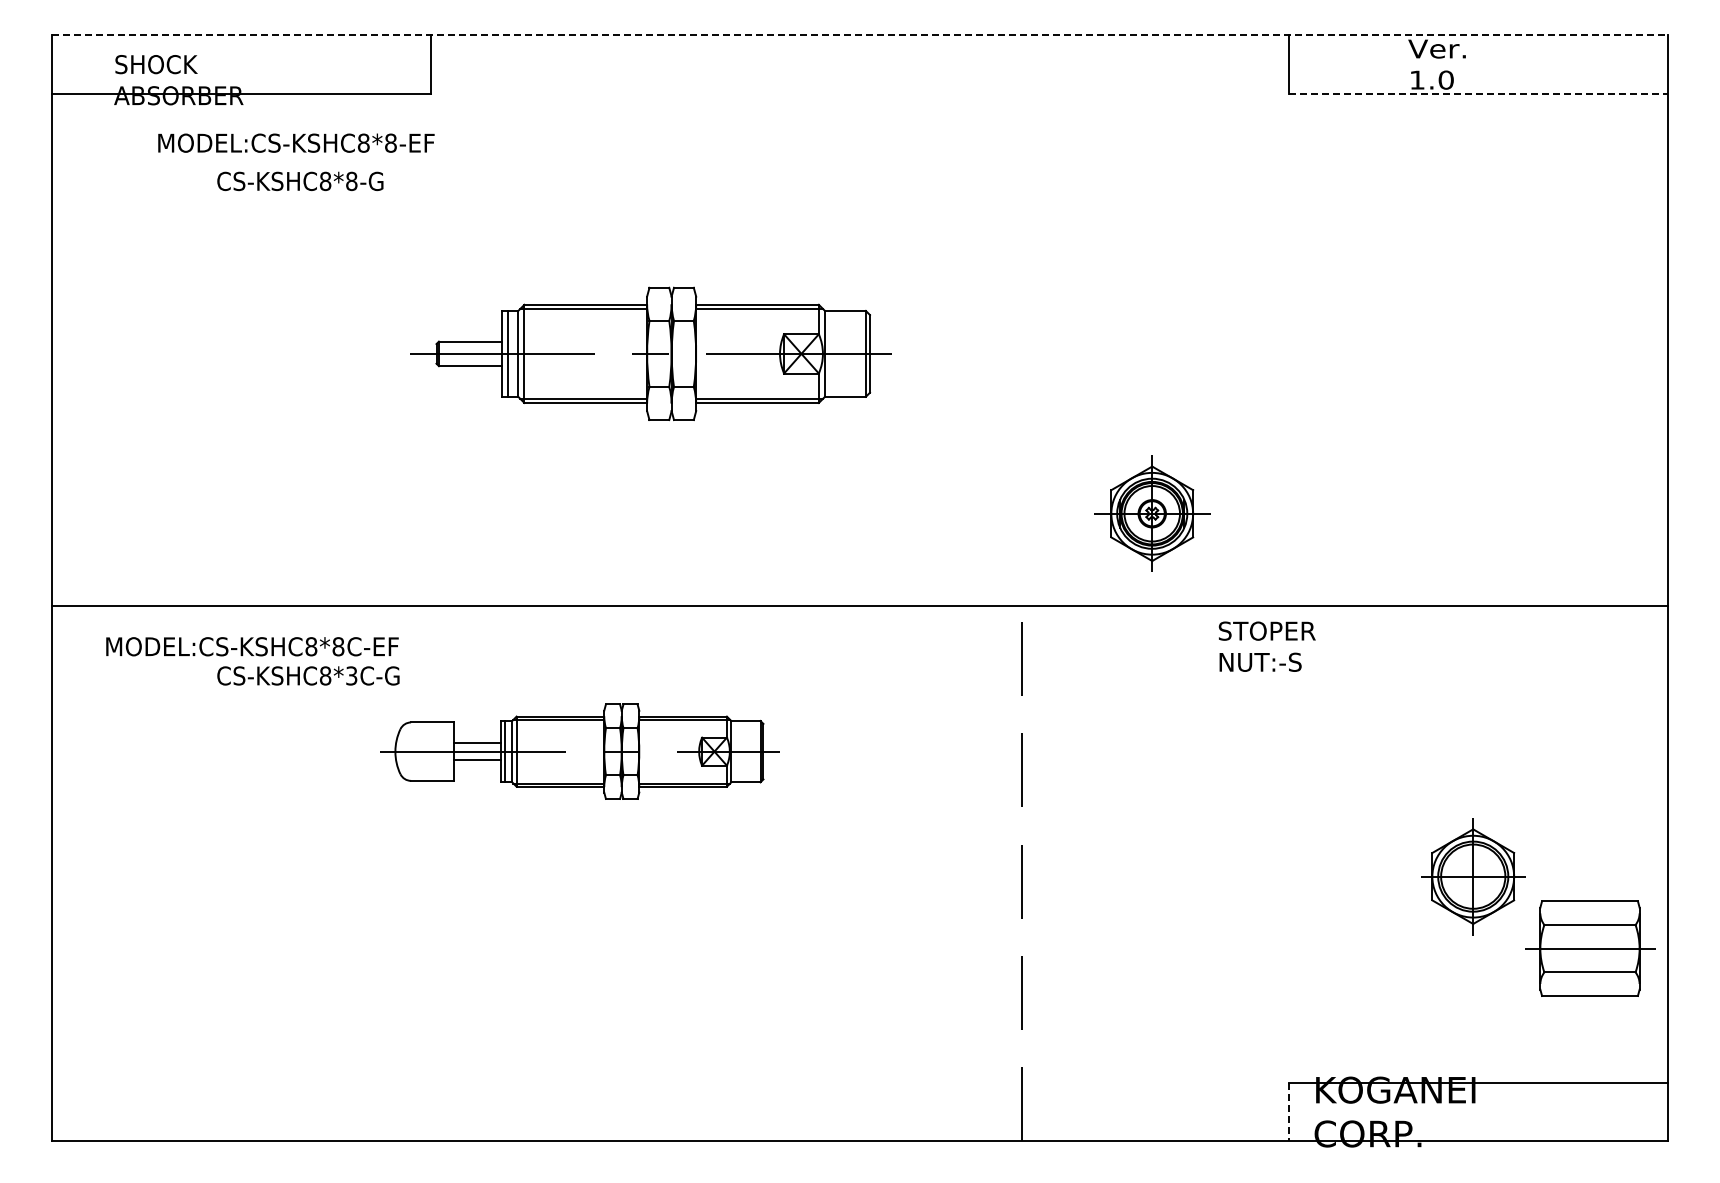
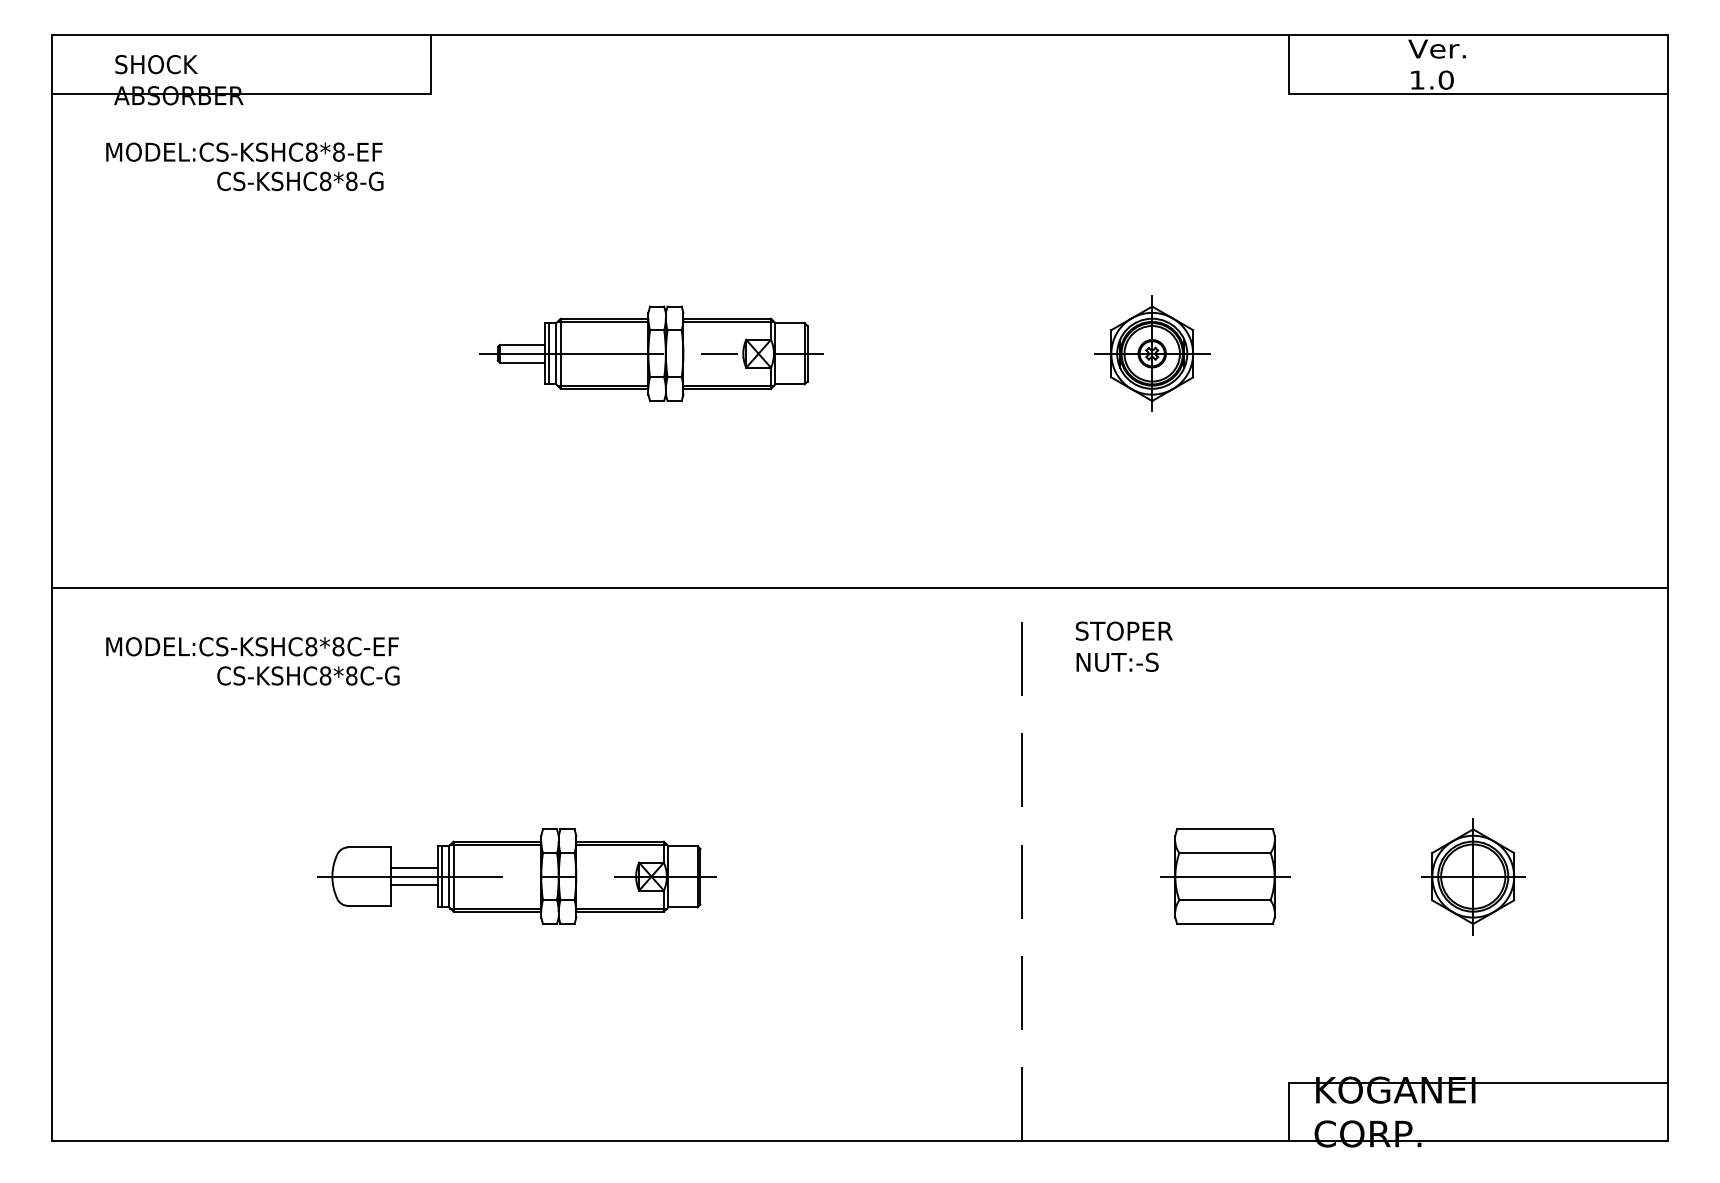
line at (860, 35): dashed -> solid
line at (1478, 93): dashed -> solid
text at (296, 142) position: (296, 142) -> (244, 151)
part at (650, 353) size: 482x135 px -> 345x97 px
part at (1152, 513) position: (1152, 513) -> (1152, 353)
line at (859, 606) position: (859, 606) -> (859, 588)
text at (1266, 646) position: (1266, 646) -> (1123, 646)
text at (351, 675): CS-KSHC8*3C-G -> CS-KSHC8*8C-G
part at (579, 751) position: (579, 751) -> (516, 876)
part at (1590, 948) position: (1590, 948) -> (1225, 876)
line at (1288, 1112): dashed -> solid
